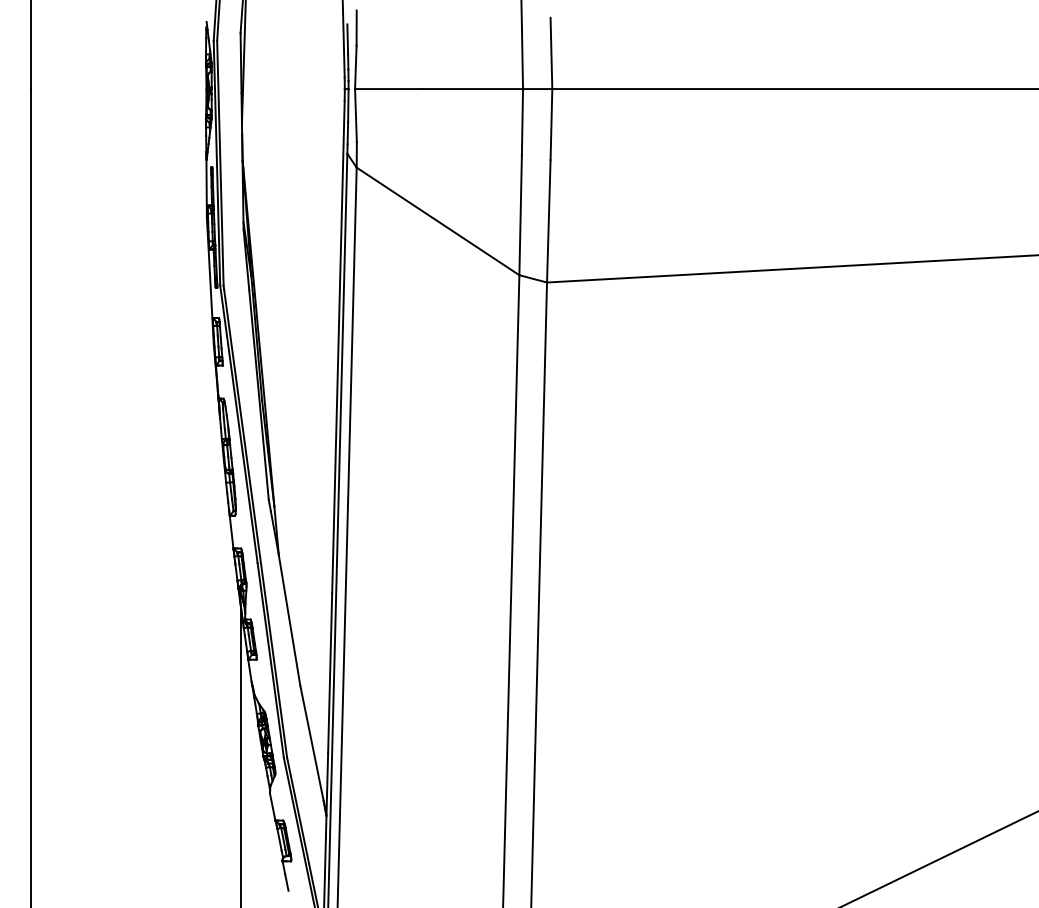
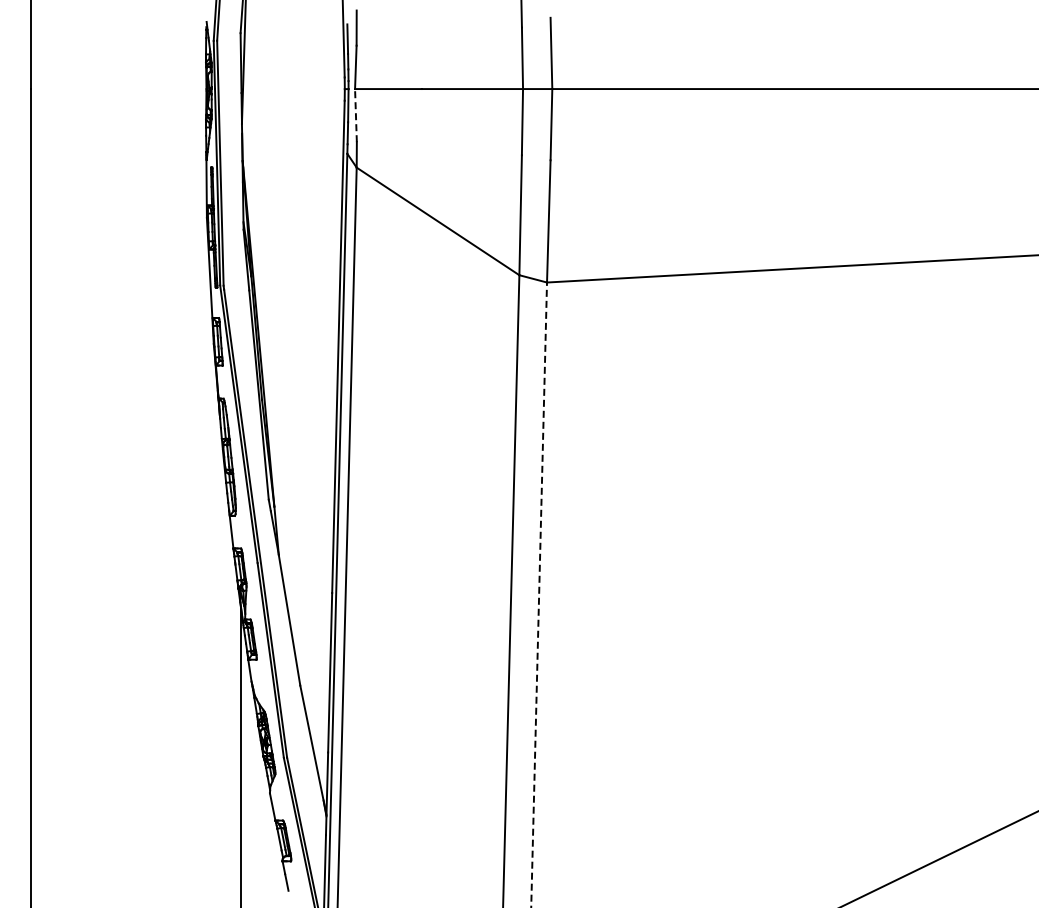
line at (355, 115): solid -> dashed
line at (539, 595): solid -> dashed
